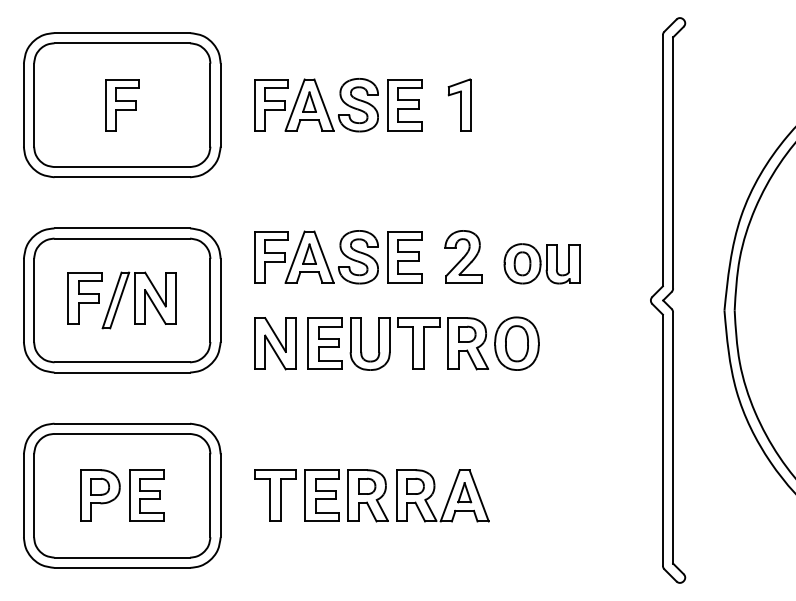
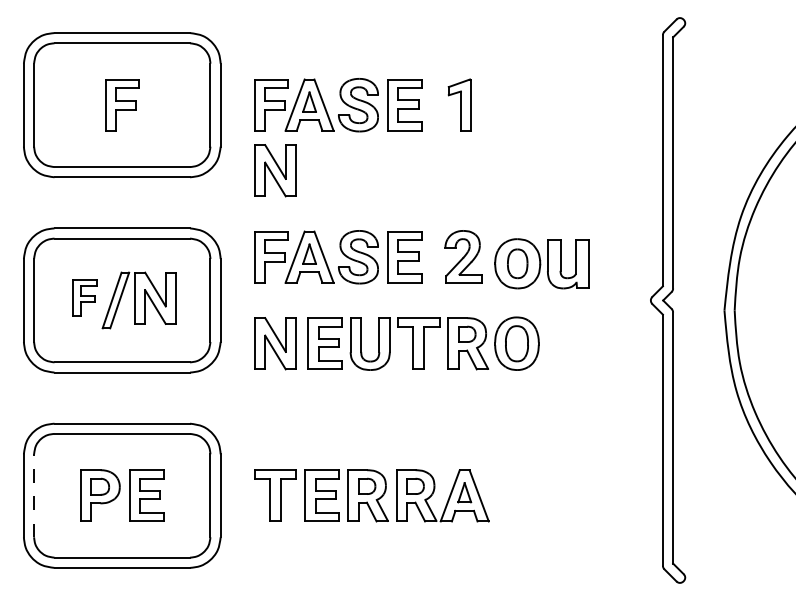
part at (275, 170): none -> present
part at (541, 263) size: 78x42 px -> 96x52 px
part at (84, 298) size: 36x53 px -> 26x38 px
line at (34, 495): solid -> dashed
